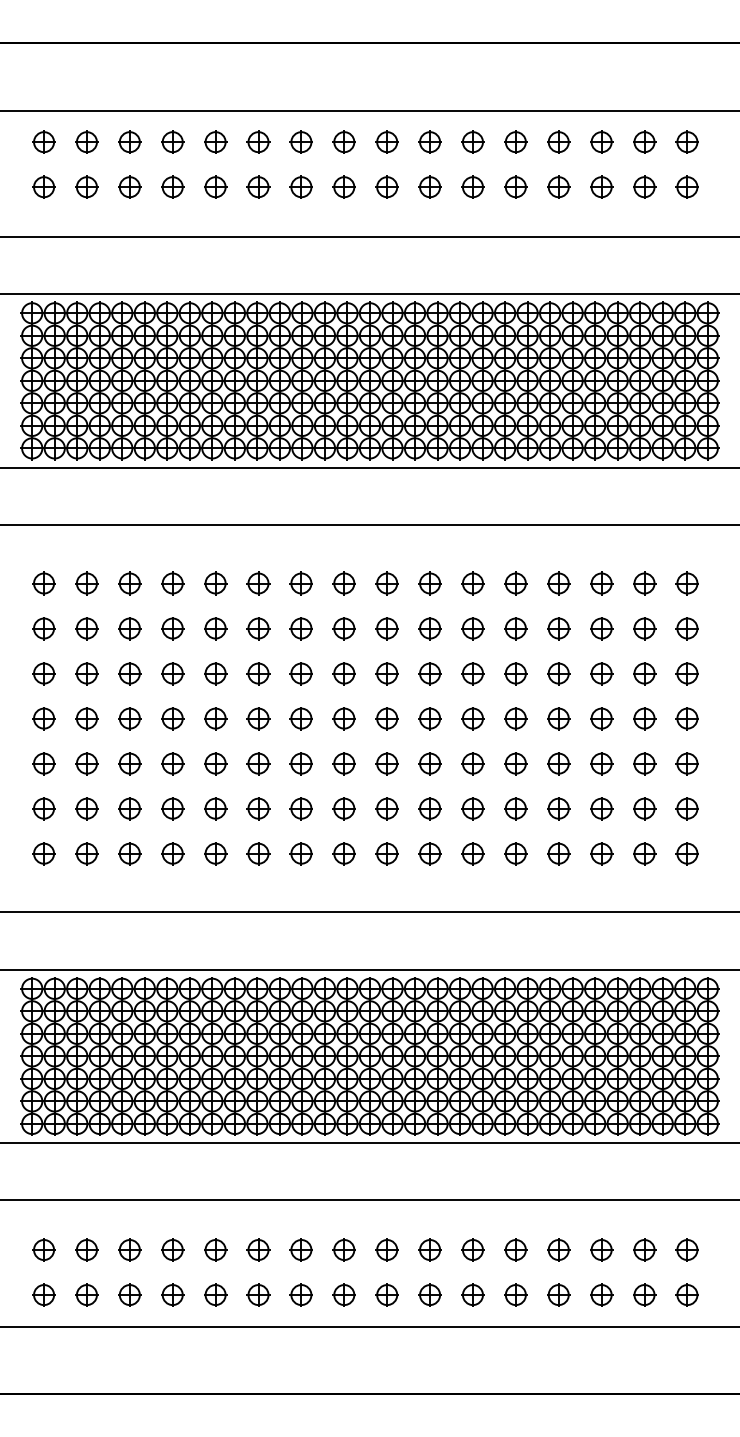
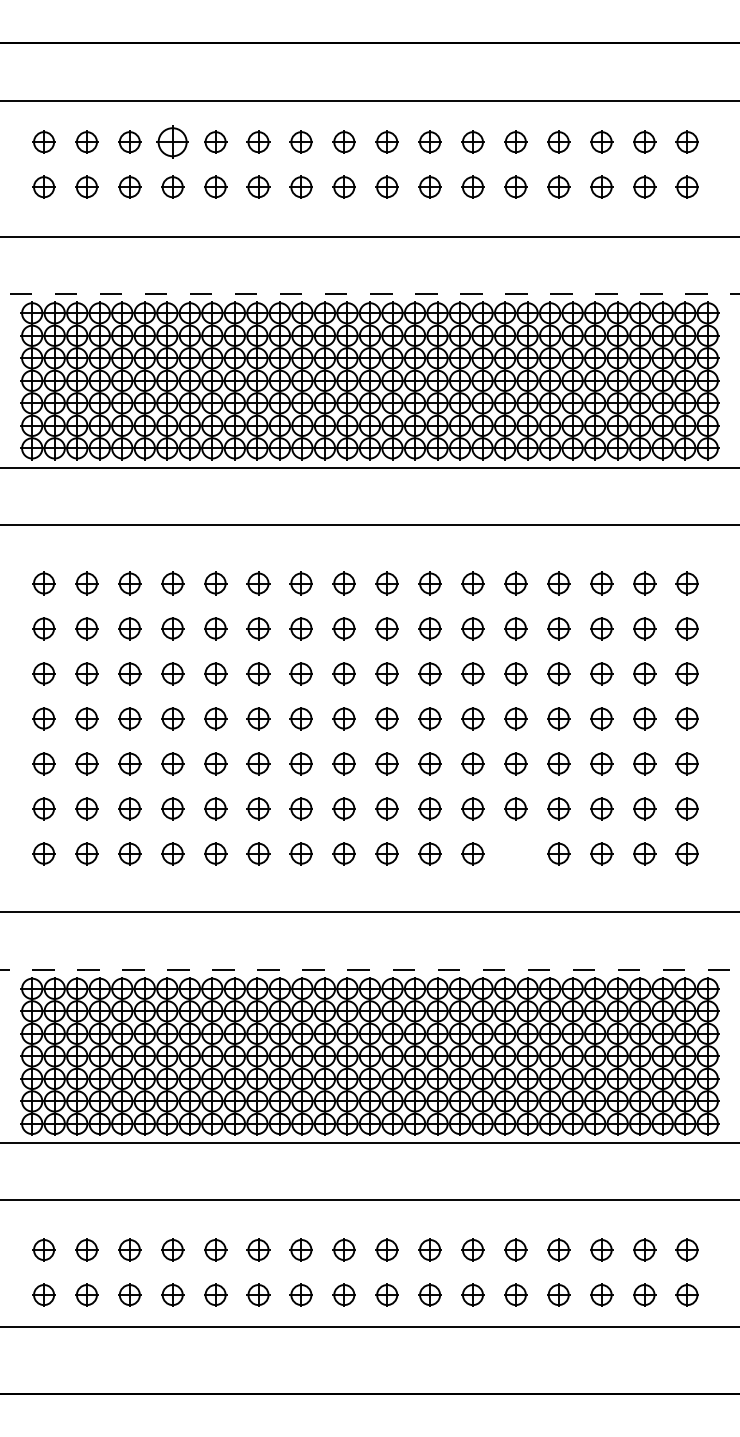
line at (369, 110) position: (369, 110) -> (369, 100)
part at (172, 141) size: 24x24 px -> 33x34 px
line at (370, 294): solid -> dashed
part at (515, 853): present -> none
line at (369, 969): solid -> dashed
